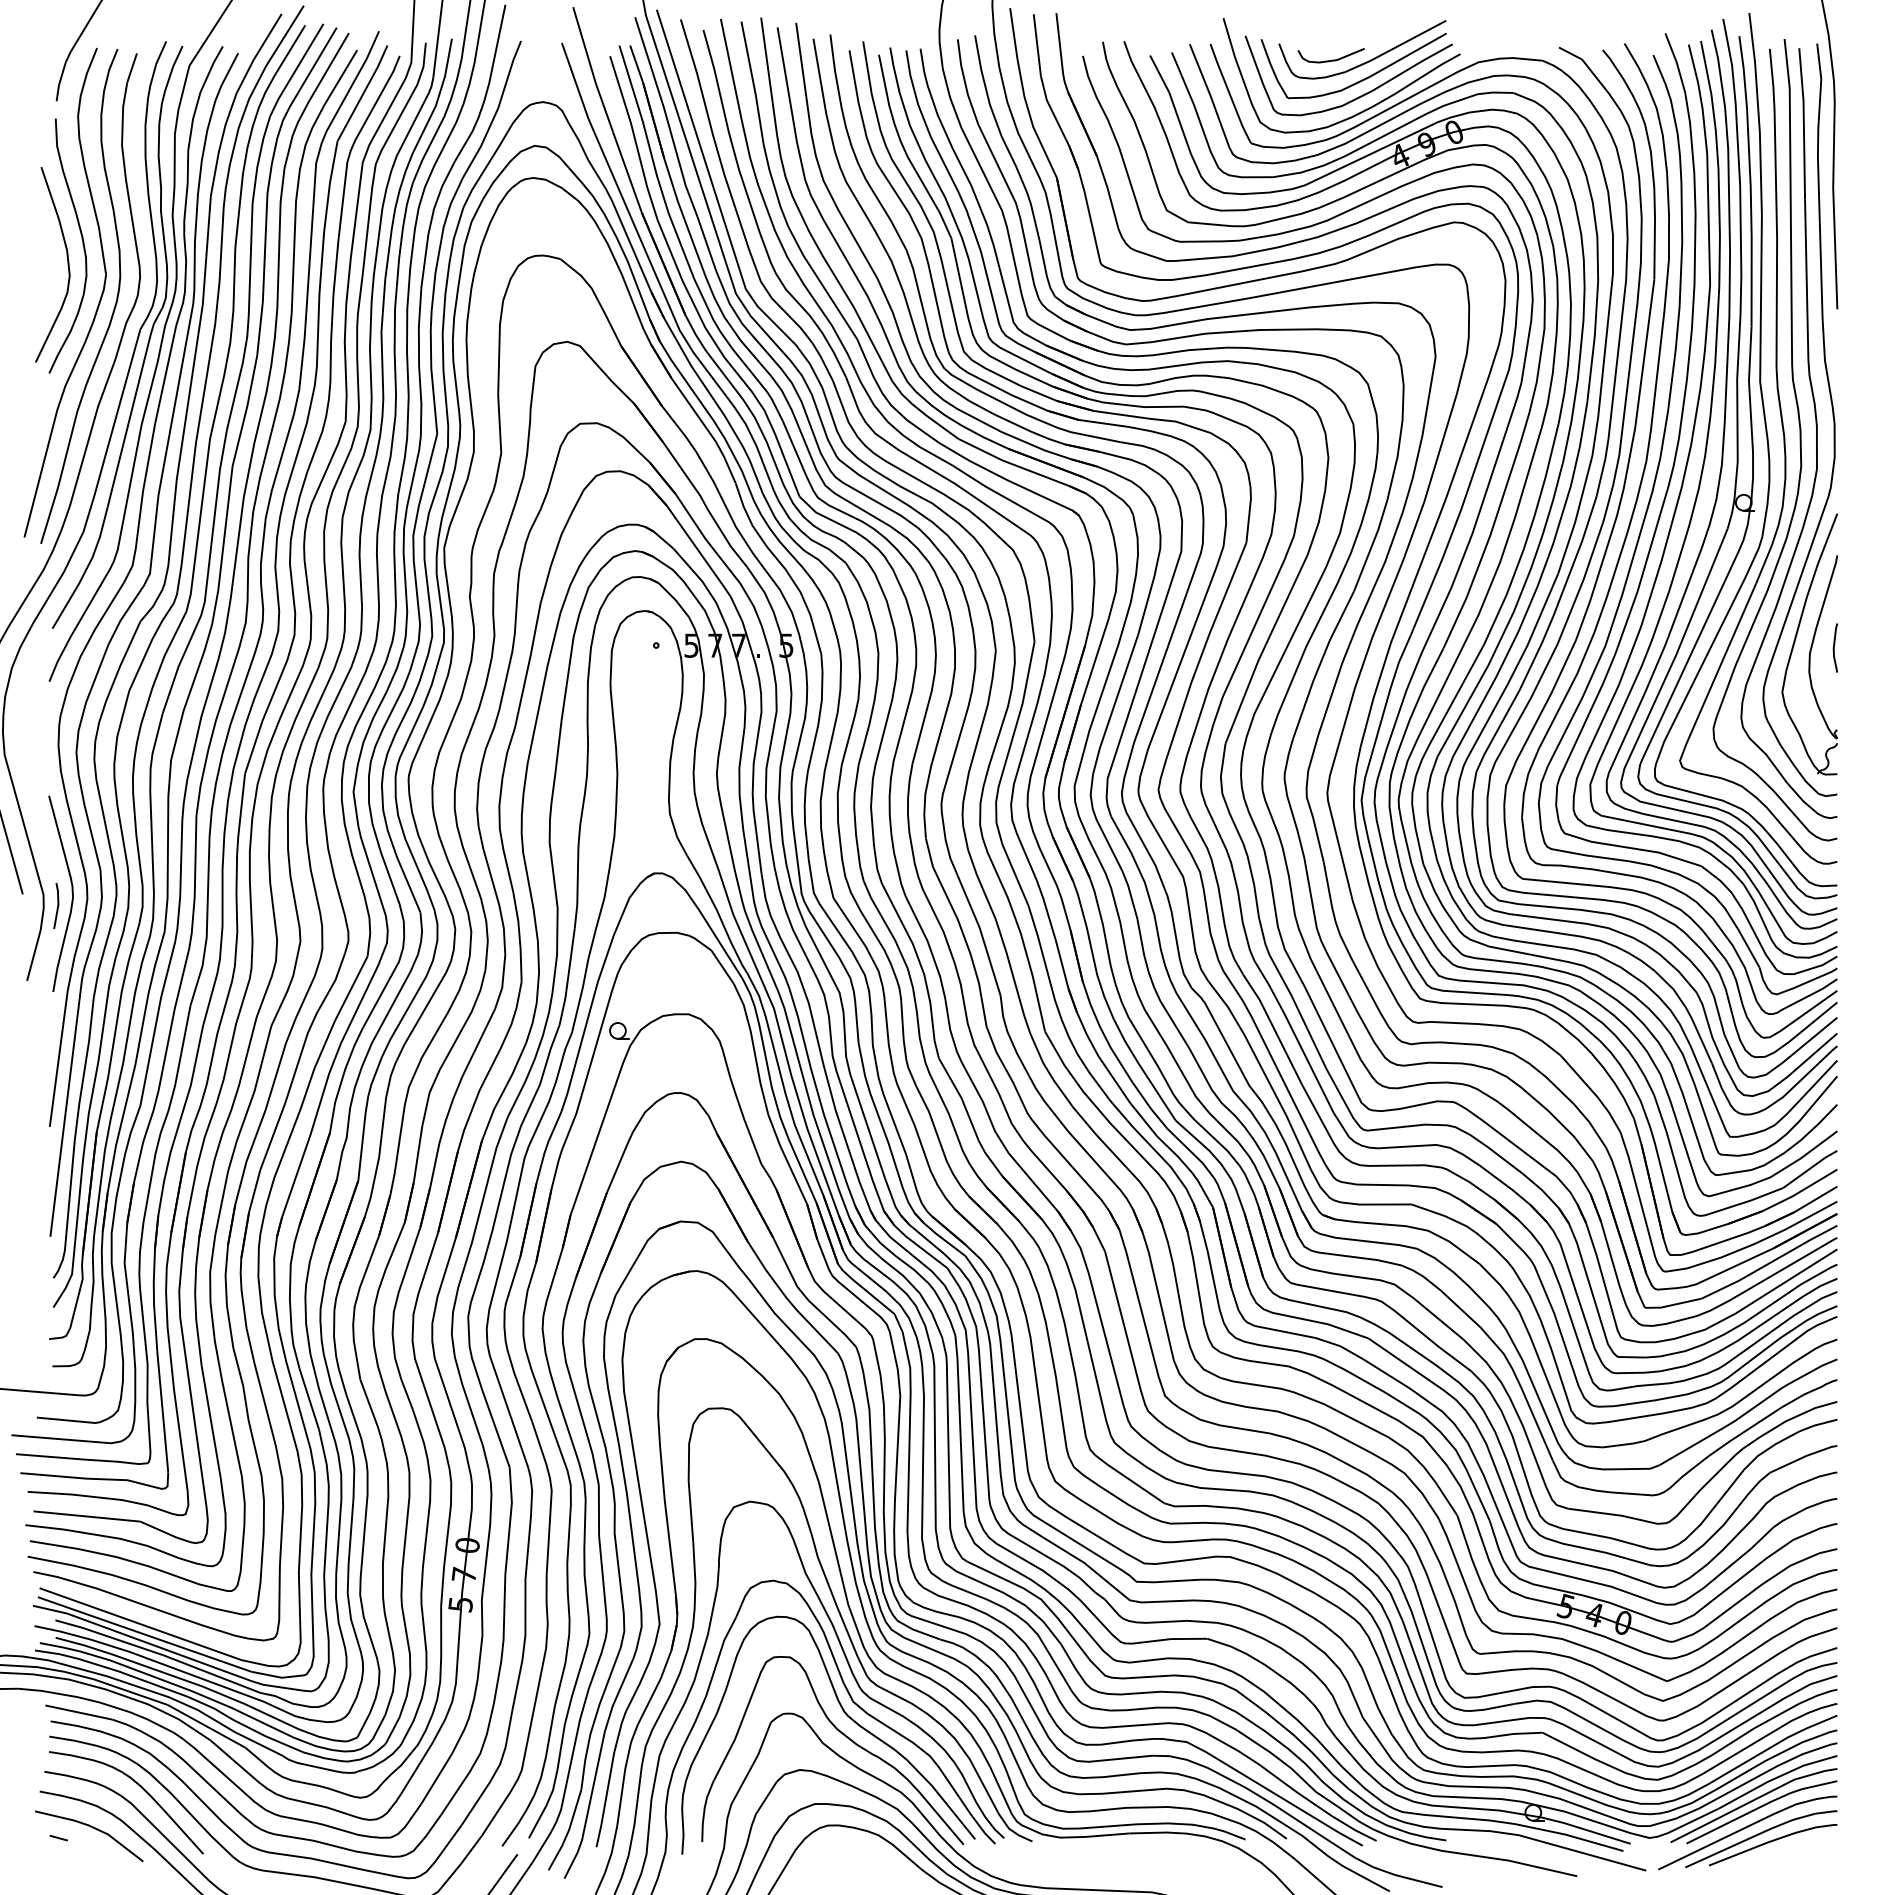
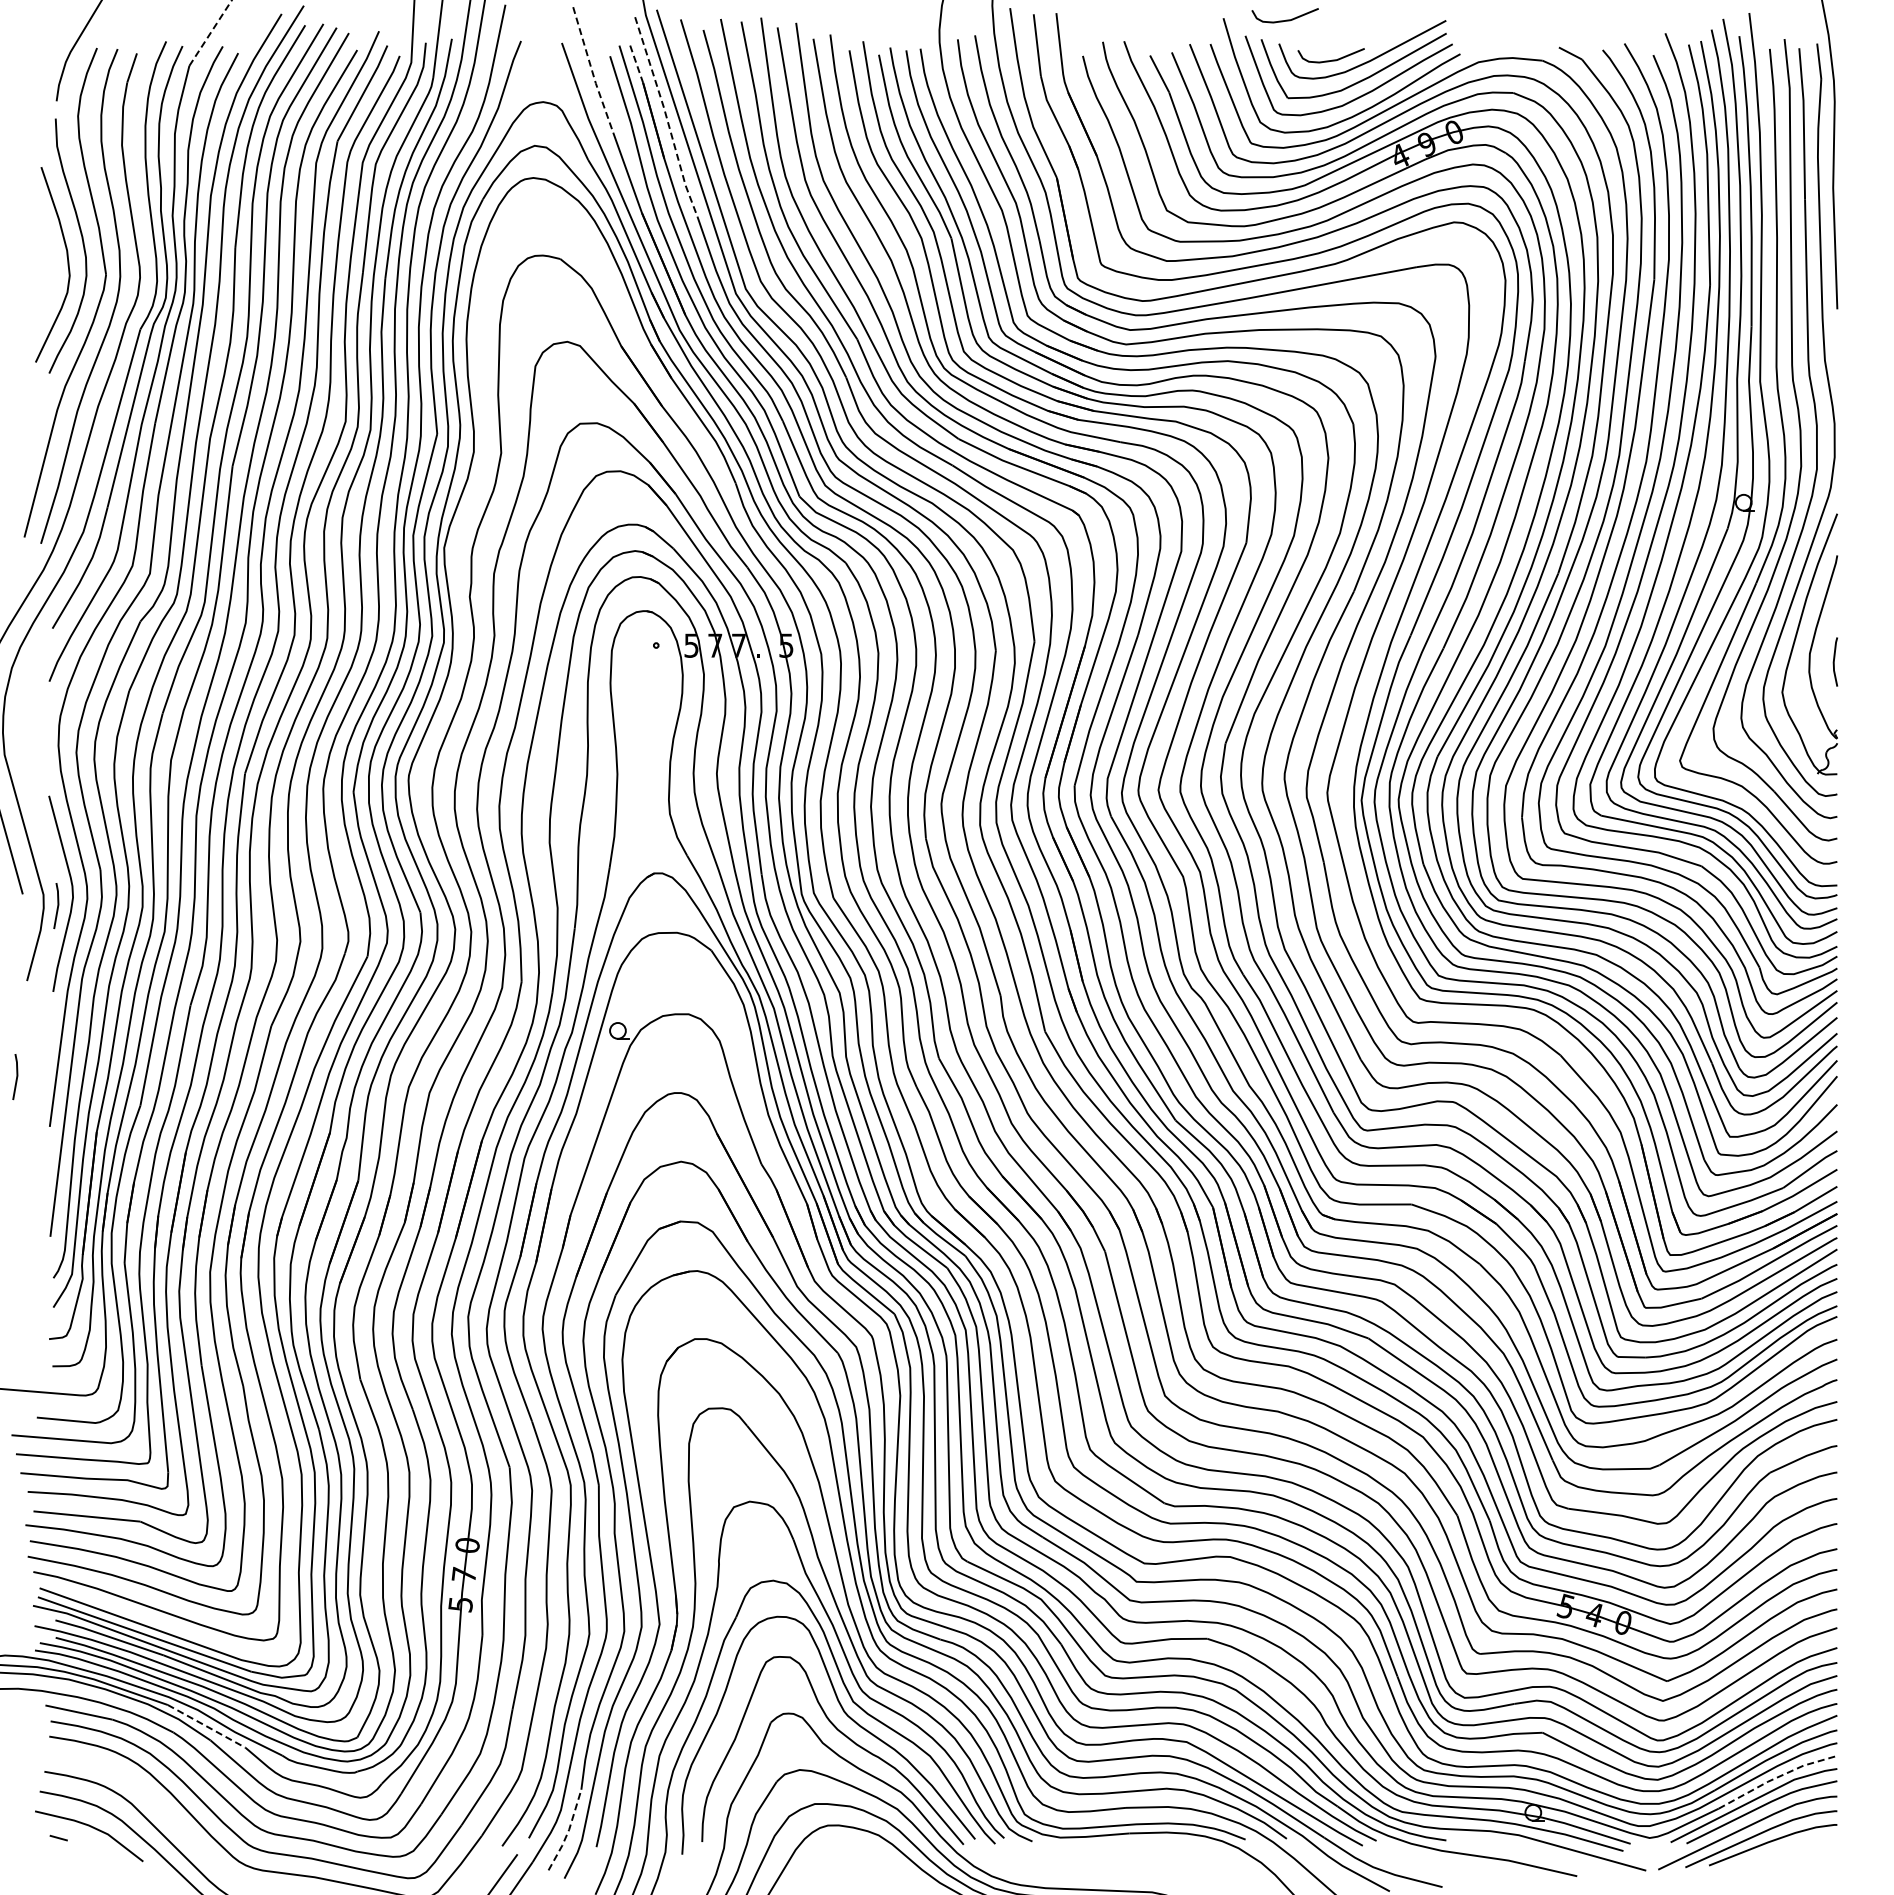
curve at (1286, 19): none -> present
line at (210, 33): solid -> dashed
line at (636, 64): solid -> dashed
line at (592, 71): solid -> dashed
line at (666, 117): solid -> dashed
line at (1834, 647) position: (1834, 647) -> (1834, 661)
line at (16, 1077): none -> present
line at (207, 1726): solid -> dashed
line at (1776, 1777): solid -> dashed
curve at (140, 1787): present -> none
line at (568, 1831): solid -> dashed
